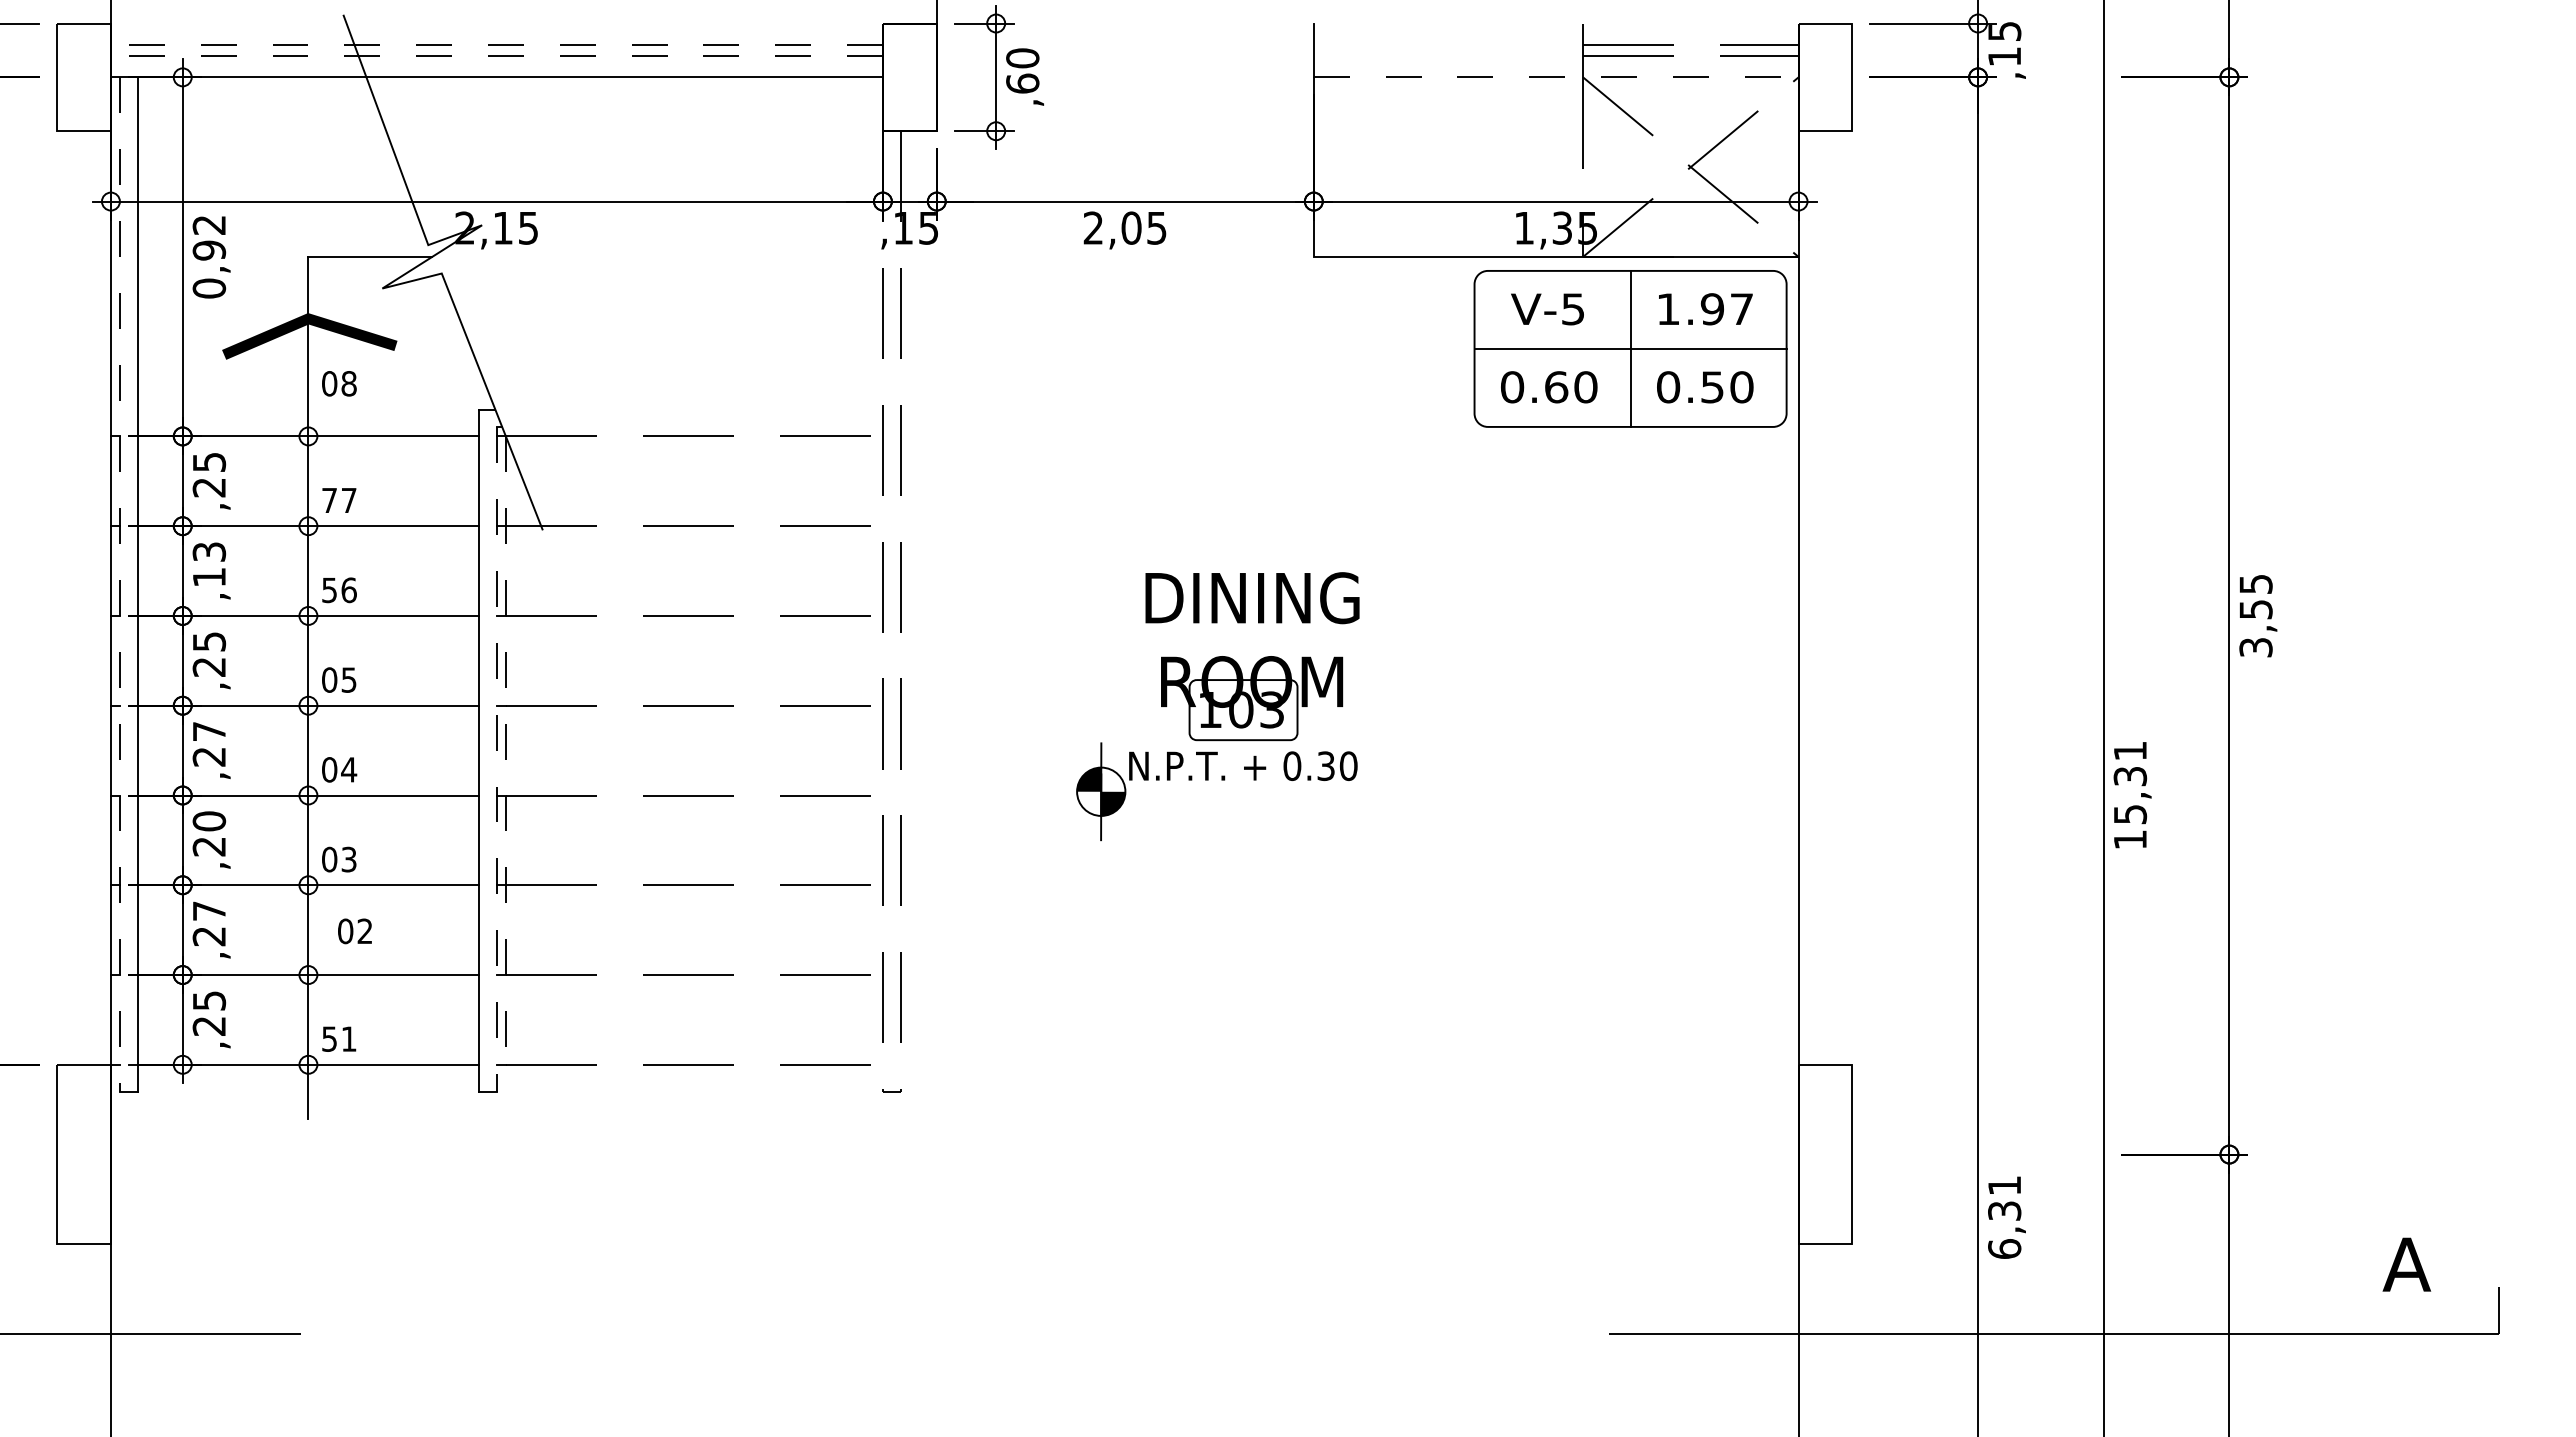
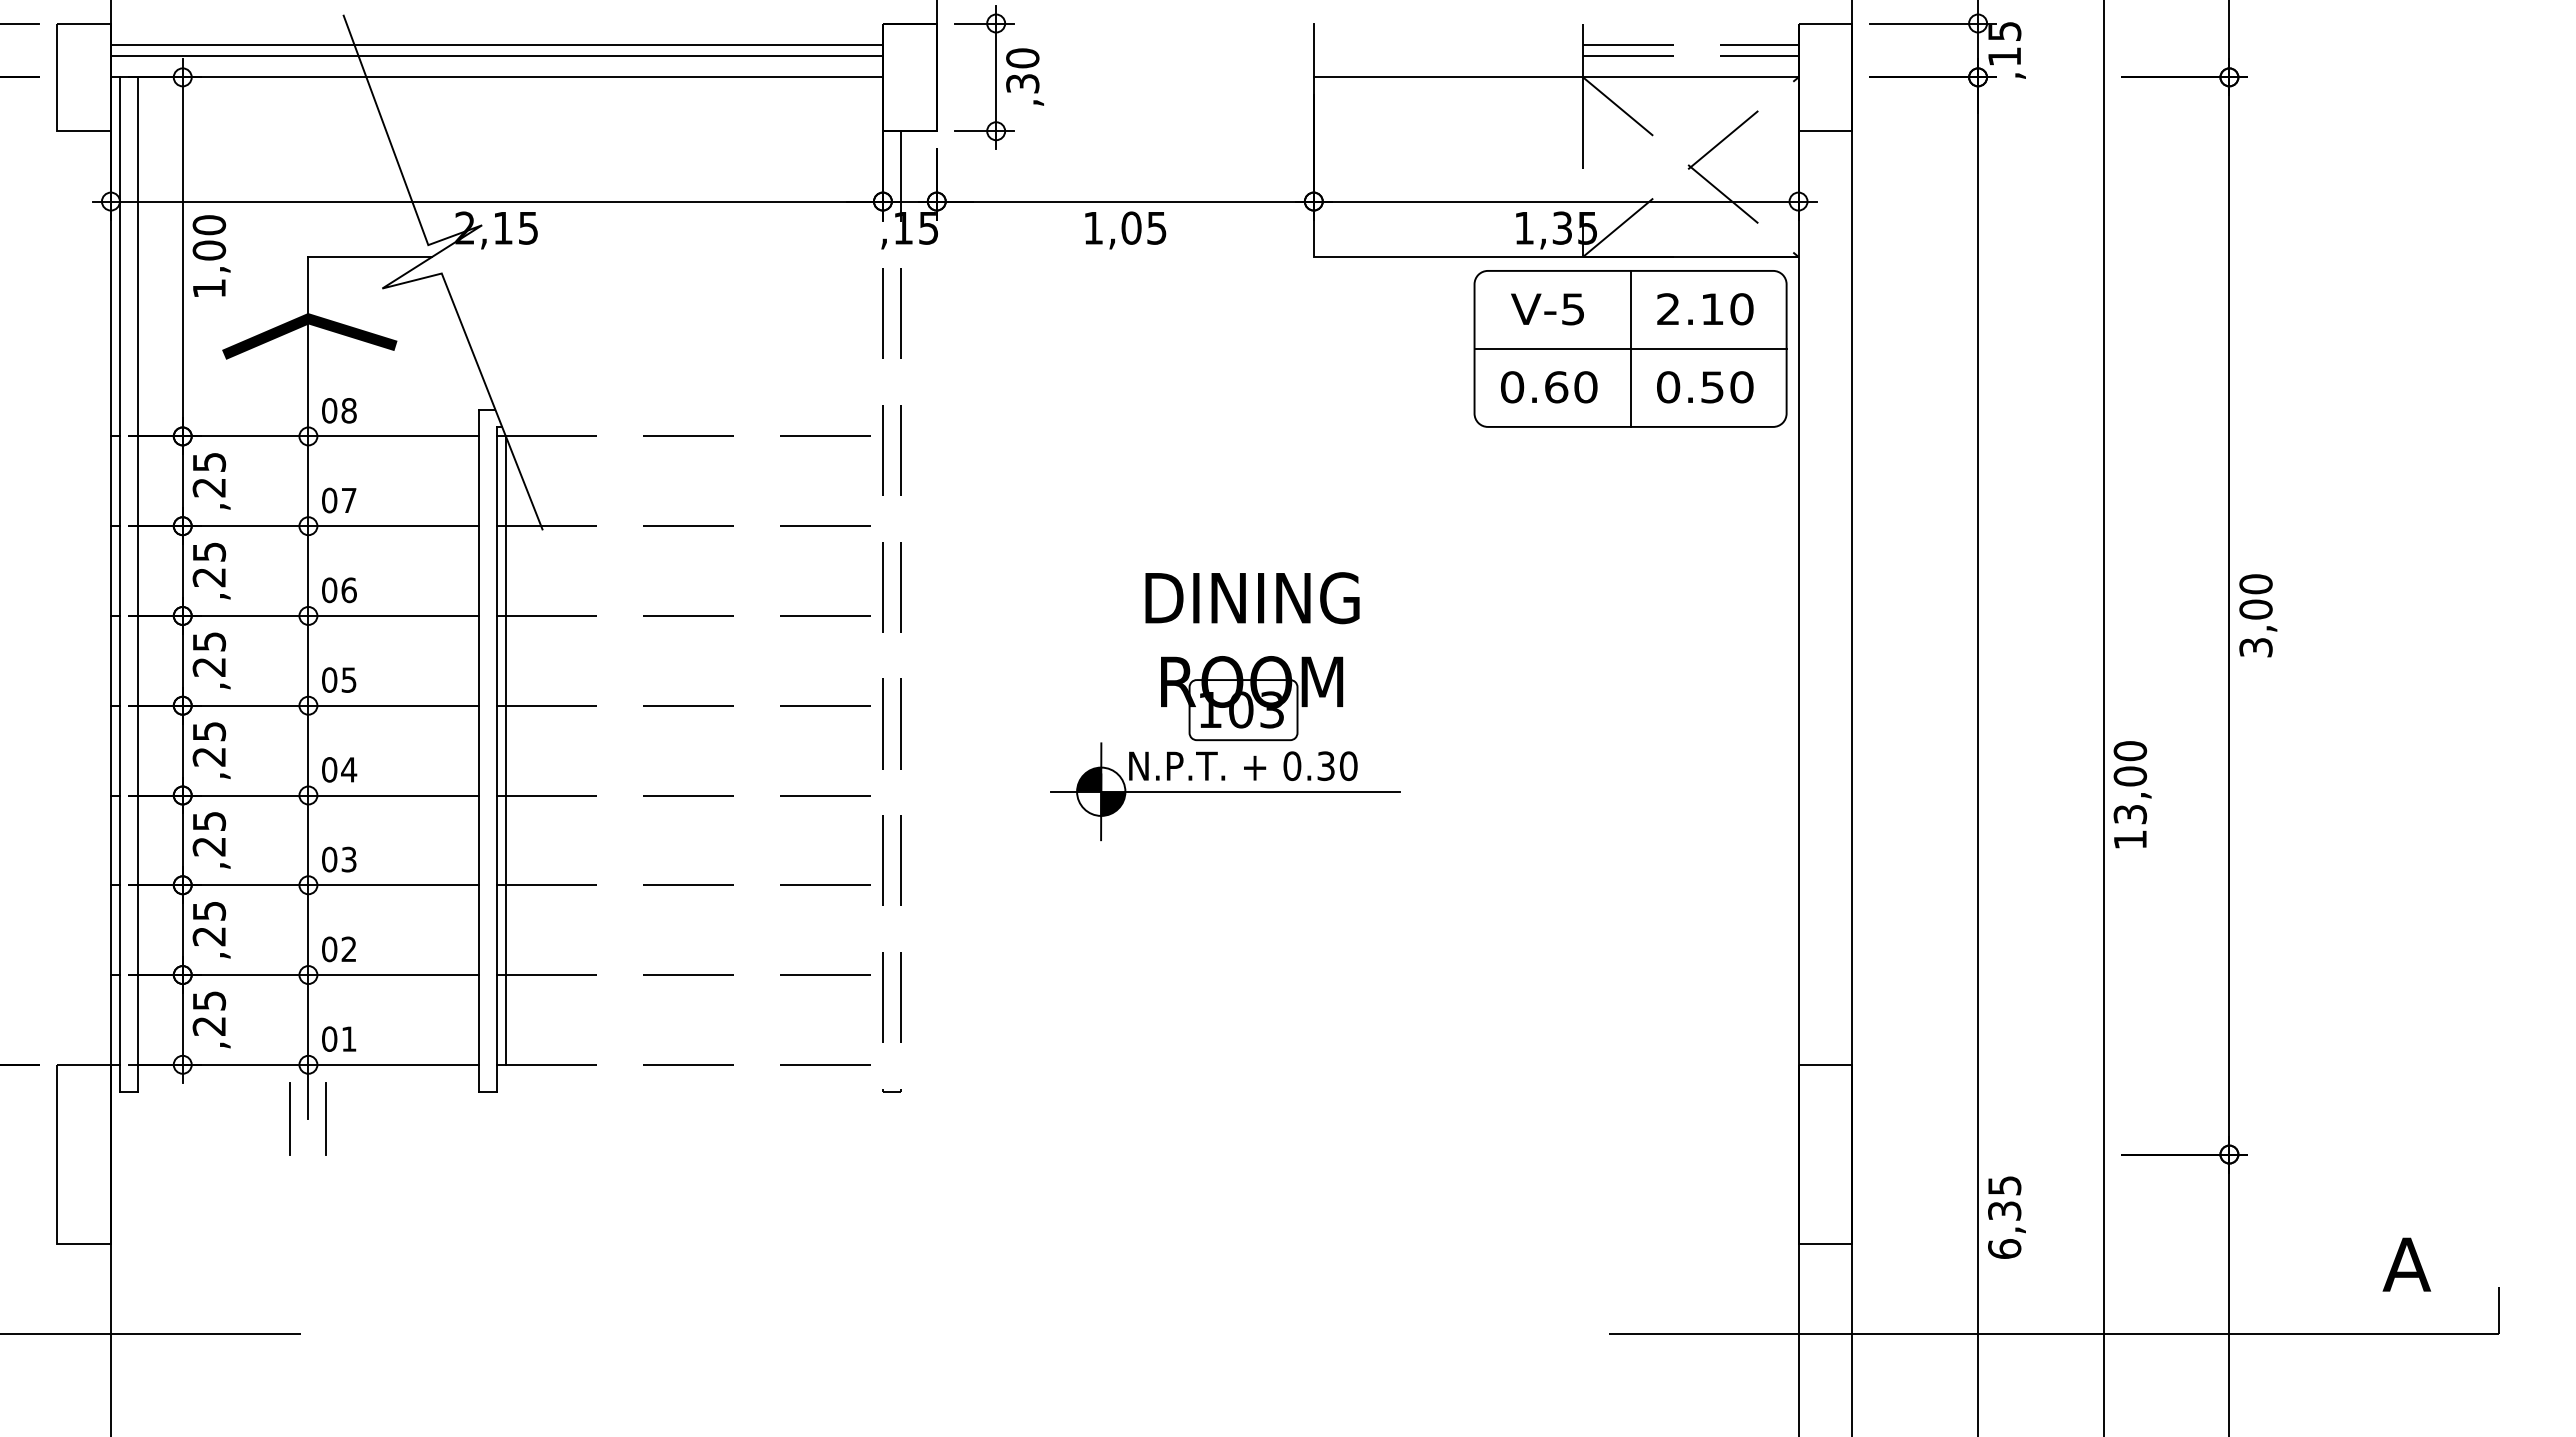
line at (496, 45): dashed -> solid
line at (496, 55): dashed -> solid
line at (1556, 77): dashed -> solid
text at (1022, 83): ,60 -> ,30
text at (1092, 227): 2,05 -> 1,05
text at (209, 256): 0,92 -> 1,00
text at (1705, 309): 1.97 -> 2.10
text at (339, 383) position: (339, 383) -> (339, 410)
text at (329, 500): 77 -> 07
text at (208, 564): ,13 -> ,25
line at (119, 585): dashed -> solid
text at (329, 590): 56 -> 06
text at (2255, 596): 3,55 -> 3,00
line at (1852, 717): none -> present
text at (209, 731): ,27 -> ,25
line at (505, 751): dashed -> solid
line at (496, 760): dashed -> solid
text at (2130, 782): 15,31 -> 13,00
line at (1225, 791): none -> present
text at (209, 821): ,20 -> ,25
text at (209, 910): ,27 -> ,25
text at (354, 931) position: (354, 931) -> (338, 949)
text at (329, 1038): 51 -> 01
line at (290, 1118): none -> present
line at (326, 1118): none -> present
text at (2004, 1185): 6,31 -> 6,35
